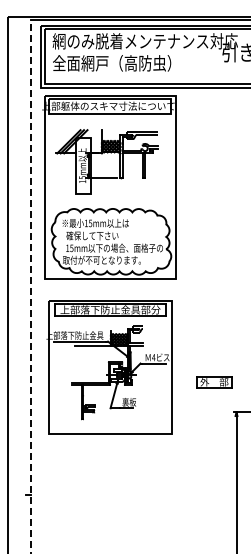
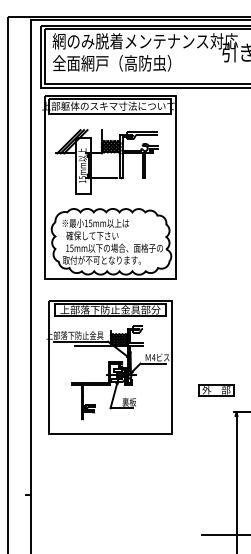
line at (31, 286): dashed -> solid
part at (214, 382) position: (214, 382) -> (216, 390)
line at (224, 534): none -> present
